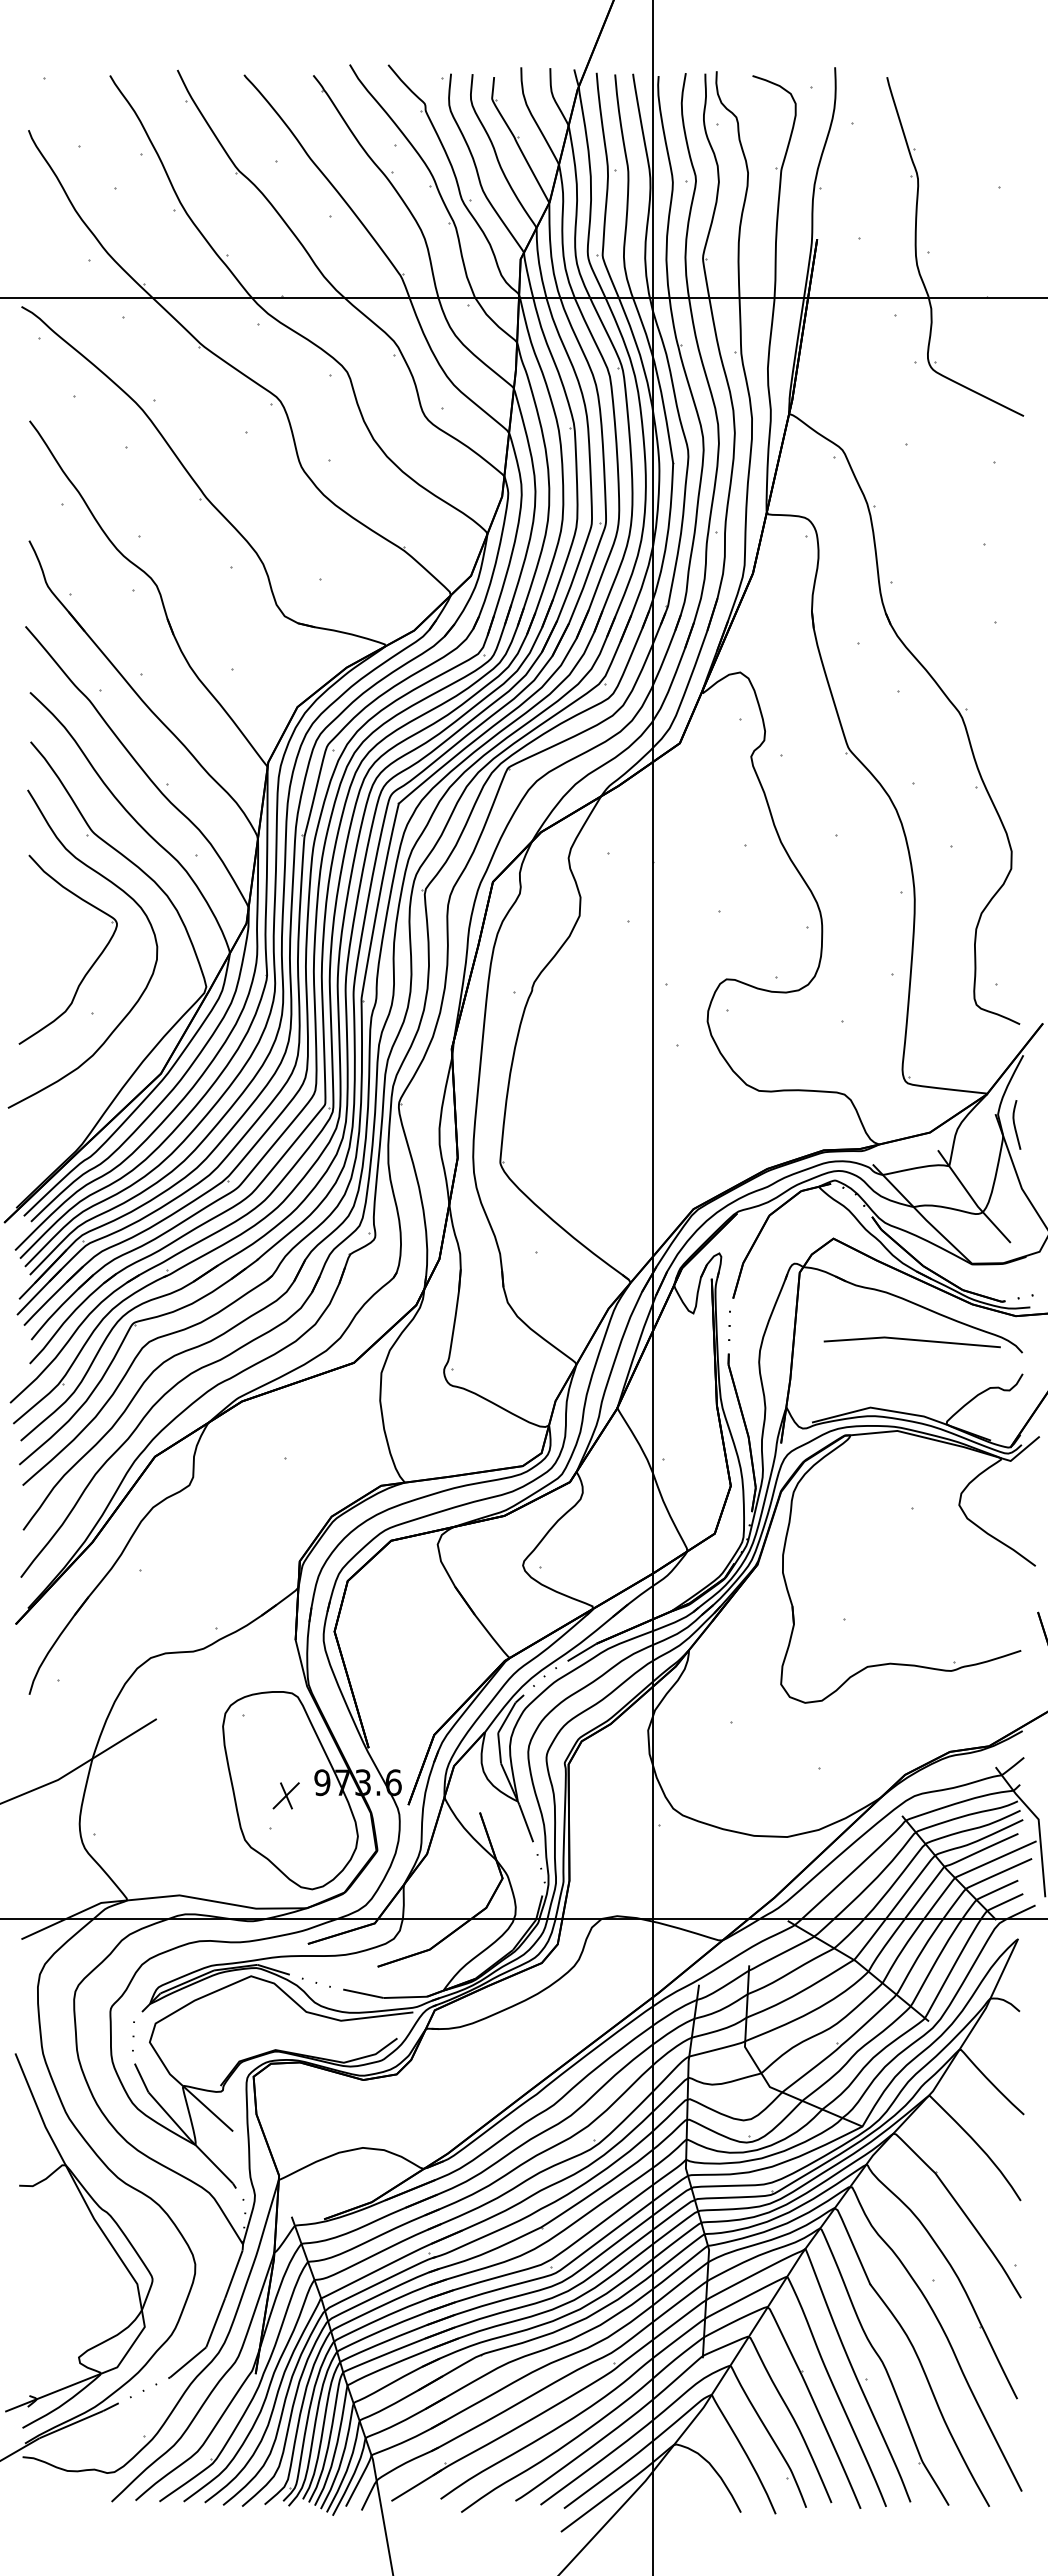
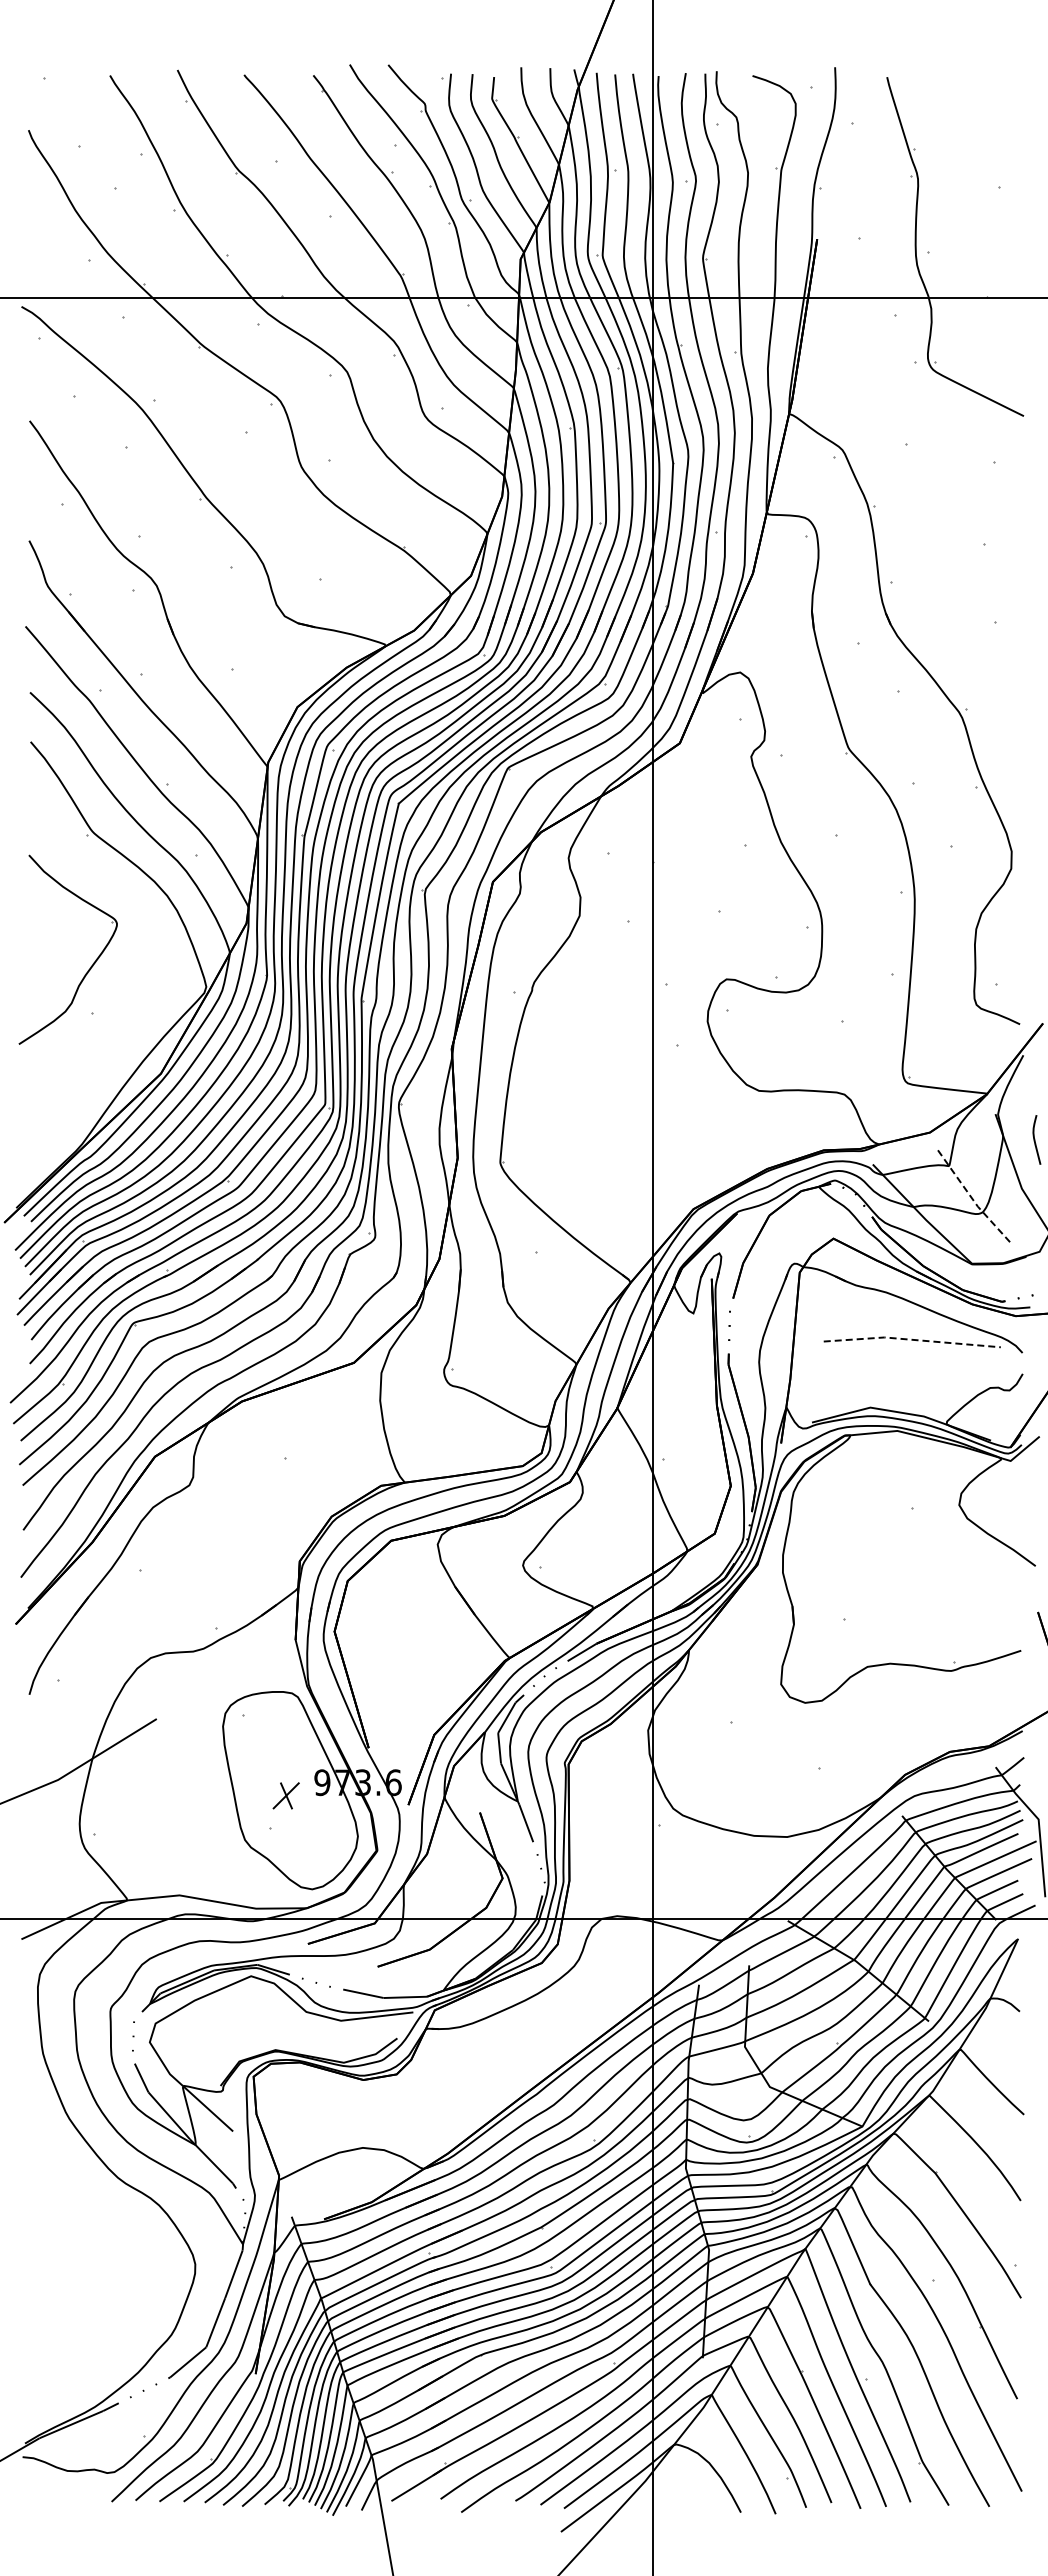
curve at (125, 894): present -> none
curve at (1015, 1124) position: (1015, 1124) -> (1035, 1139)
line at (972, 1198): solid -> dashed
line at (912, 1339): solid -> dashed
part at (98, 2227): present -> none
